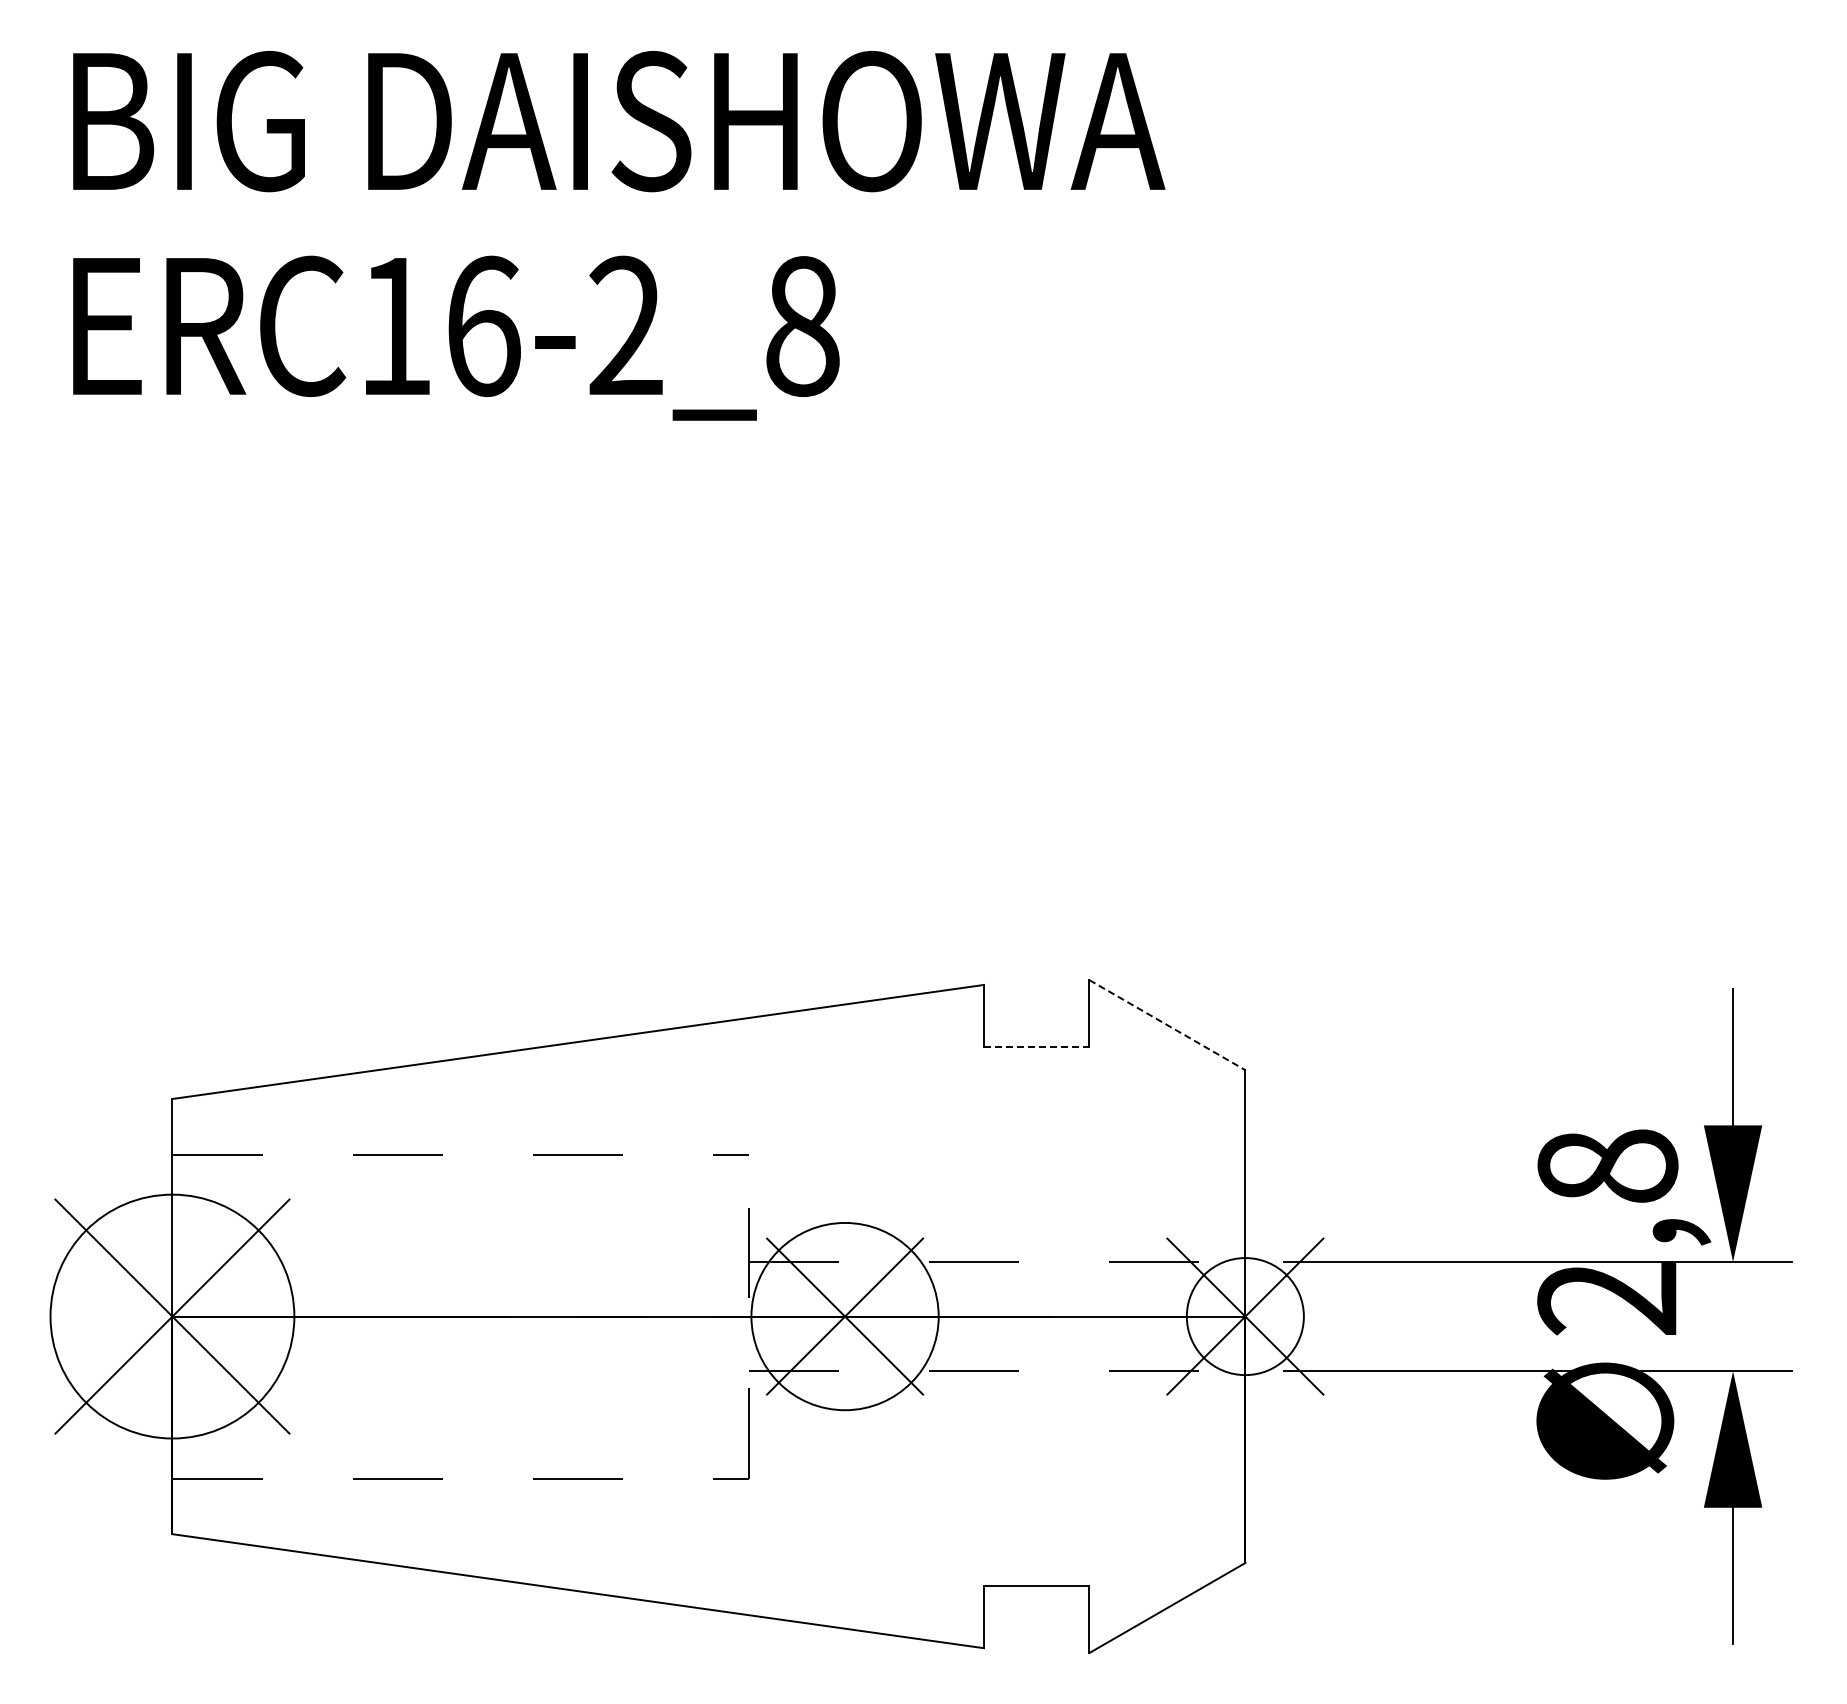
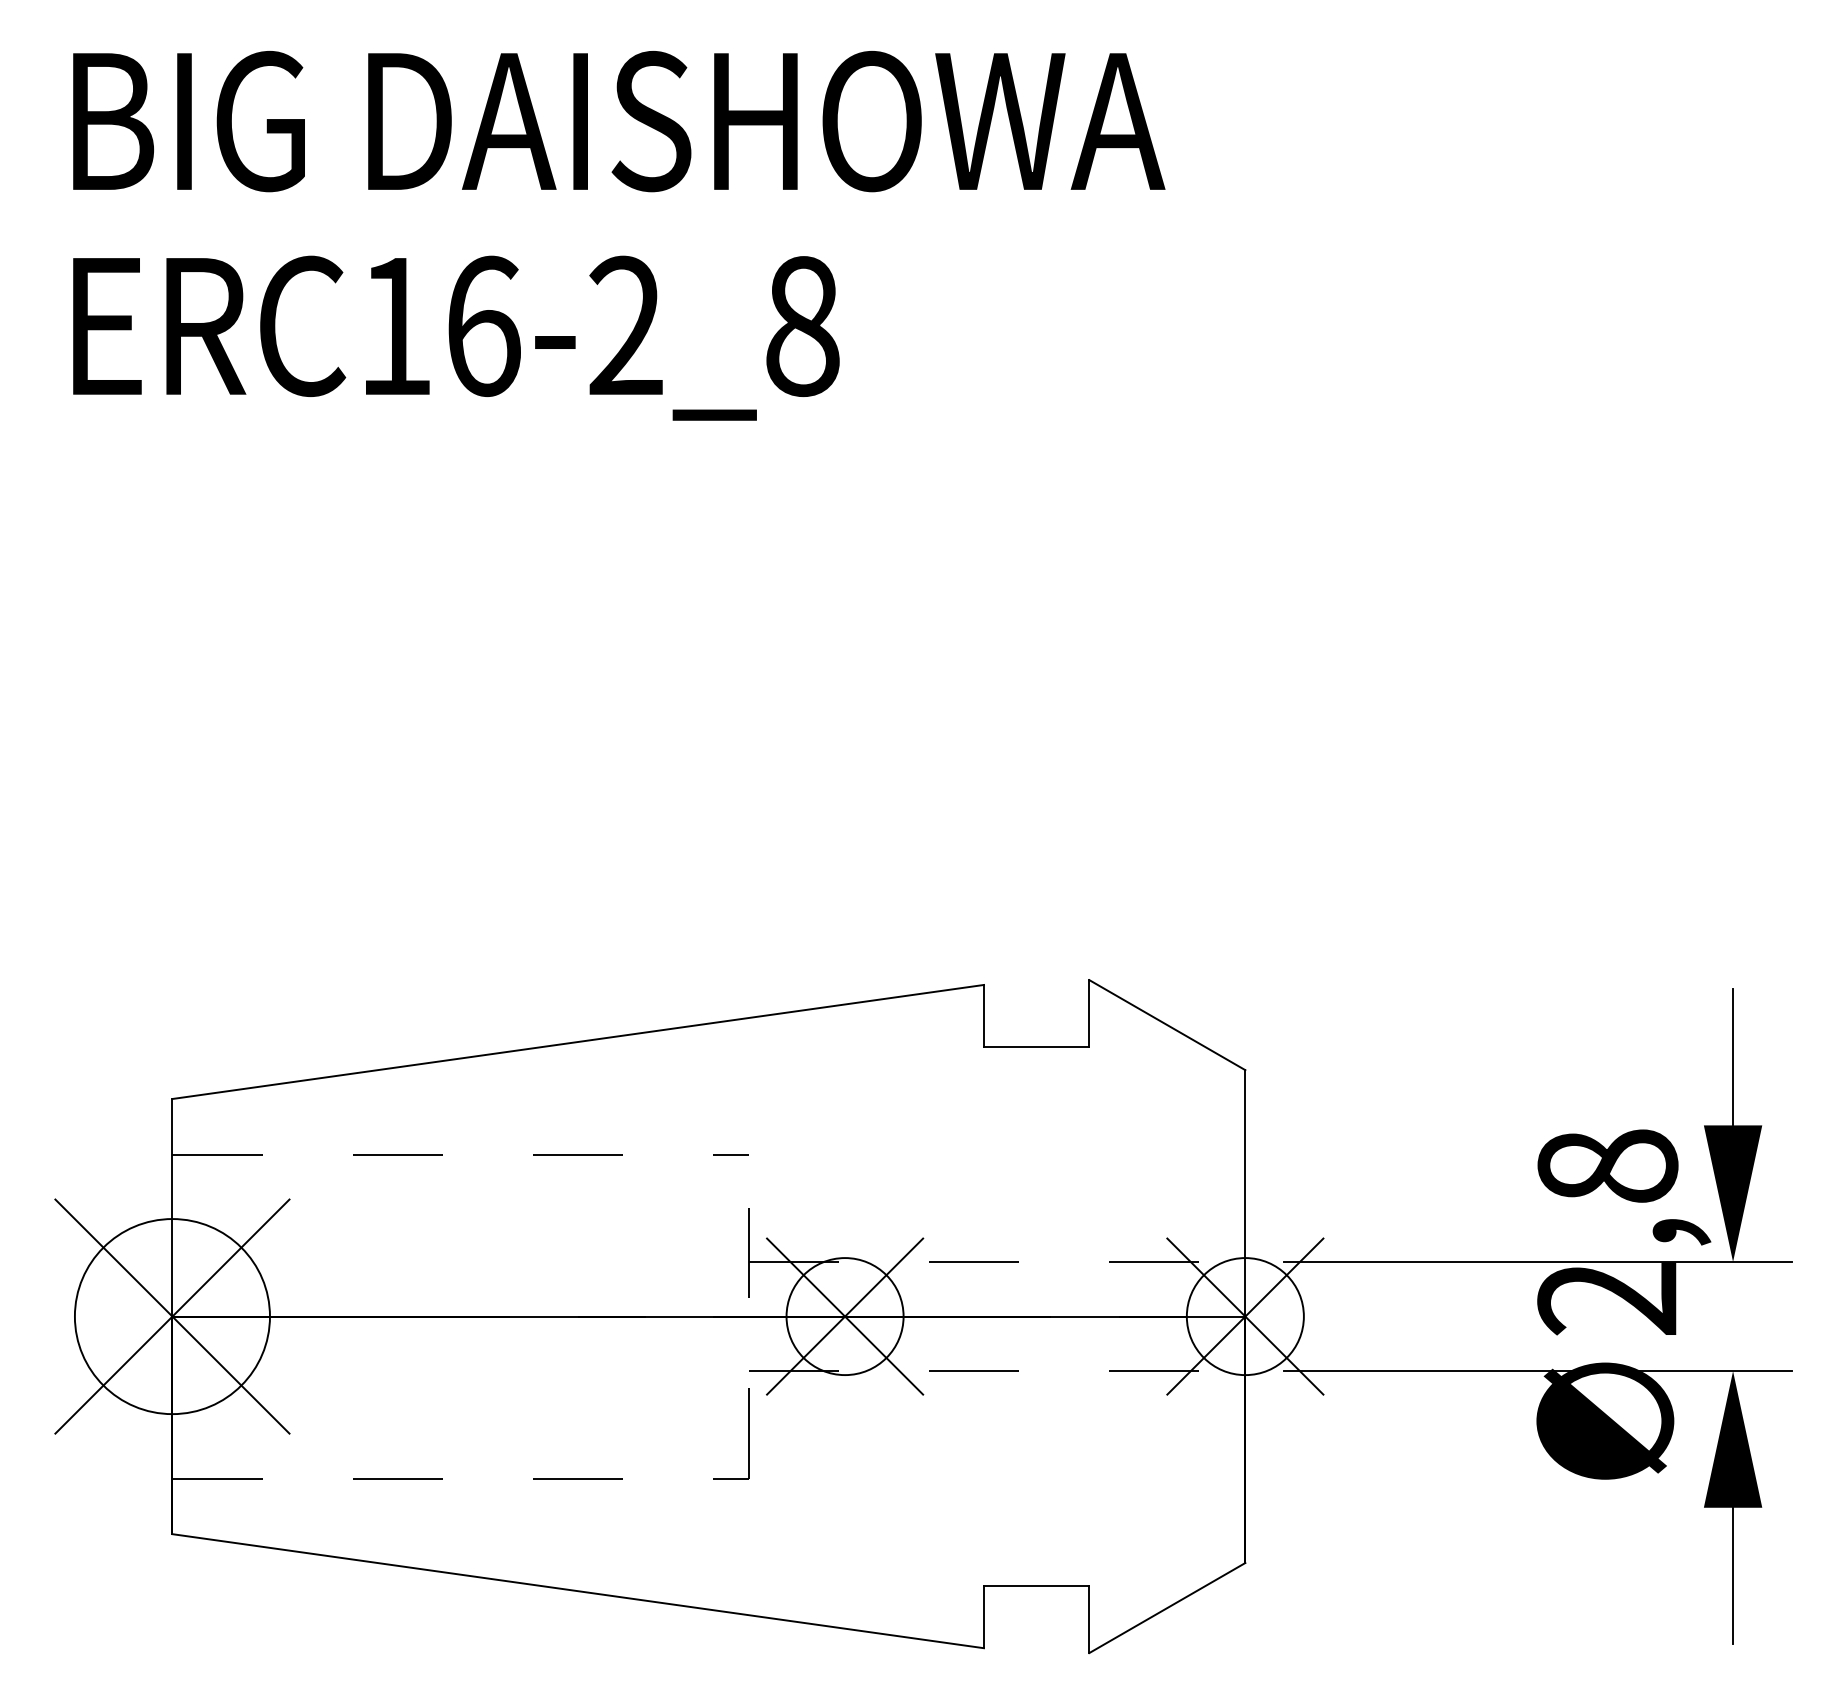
line at (1167, 1025): dashed -> solid
line at (1036, 1047): dashed -> solid
circle at (172, 1316) diameter: 244 px -> 195 px
circle at (844, 1316) diameter: 187 px -> 117 px
